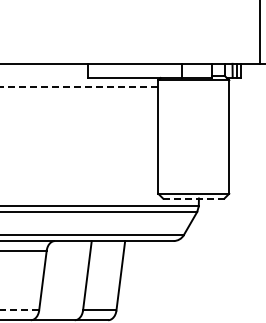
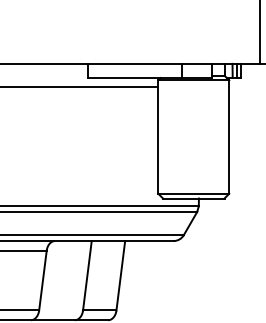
line at (79, 87): dashed -> solid
line at (193, 198): dashed -> solid
line at (19, 310): dashed -> solid
